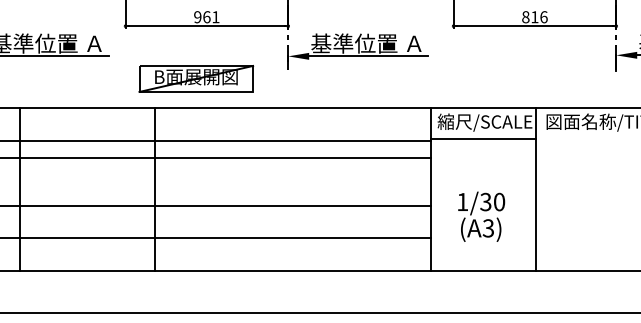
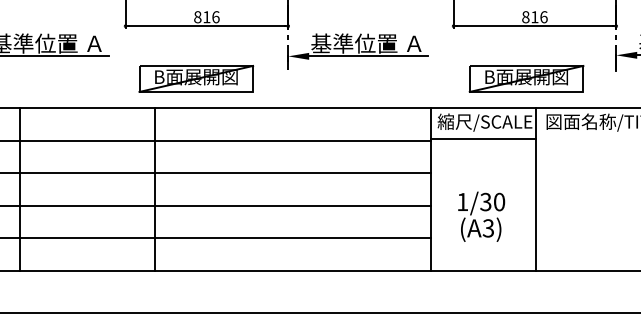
text at (206, 17): 961 -> 816
part at (526, 78): none -> present
line at (216, 158) position: (216, 158) -> (216, 173)
